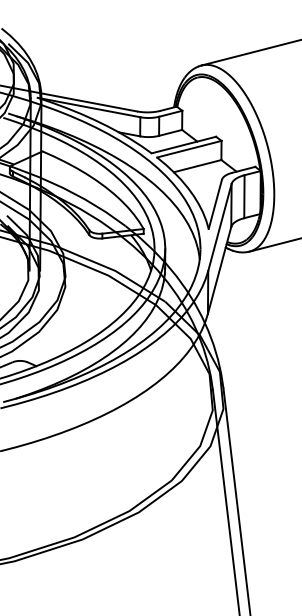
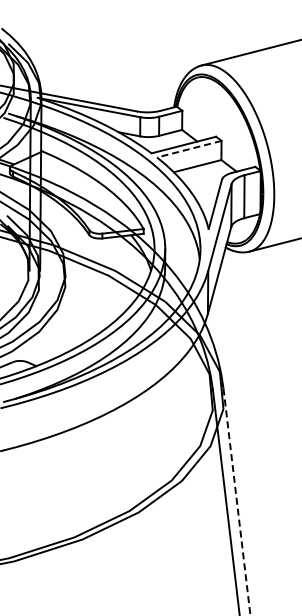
line at (188, 149): solid -> dashed
line at (237, 502): solid -> dashed
